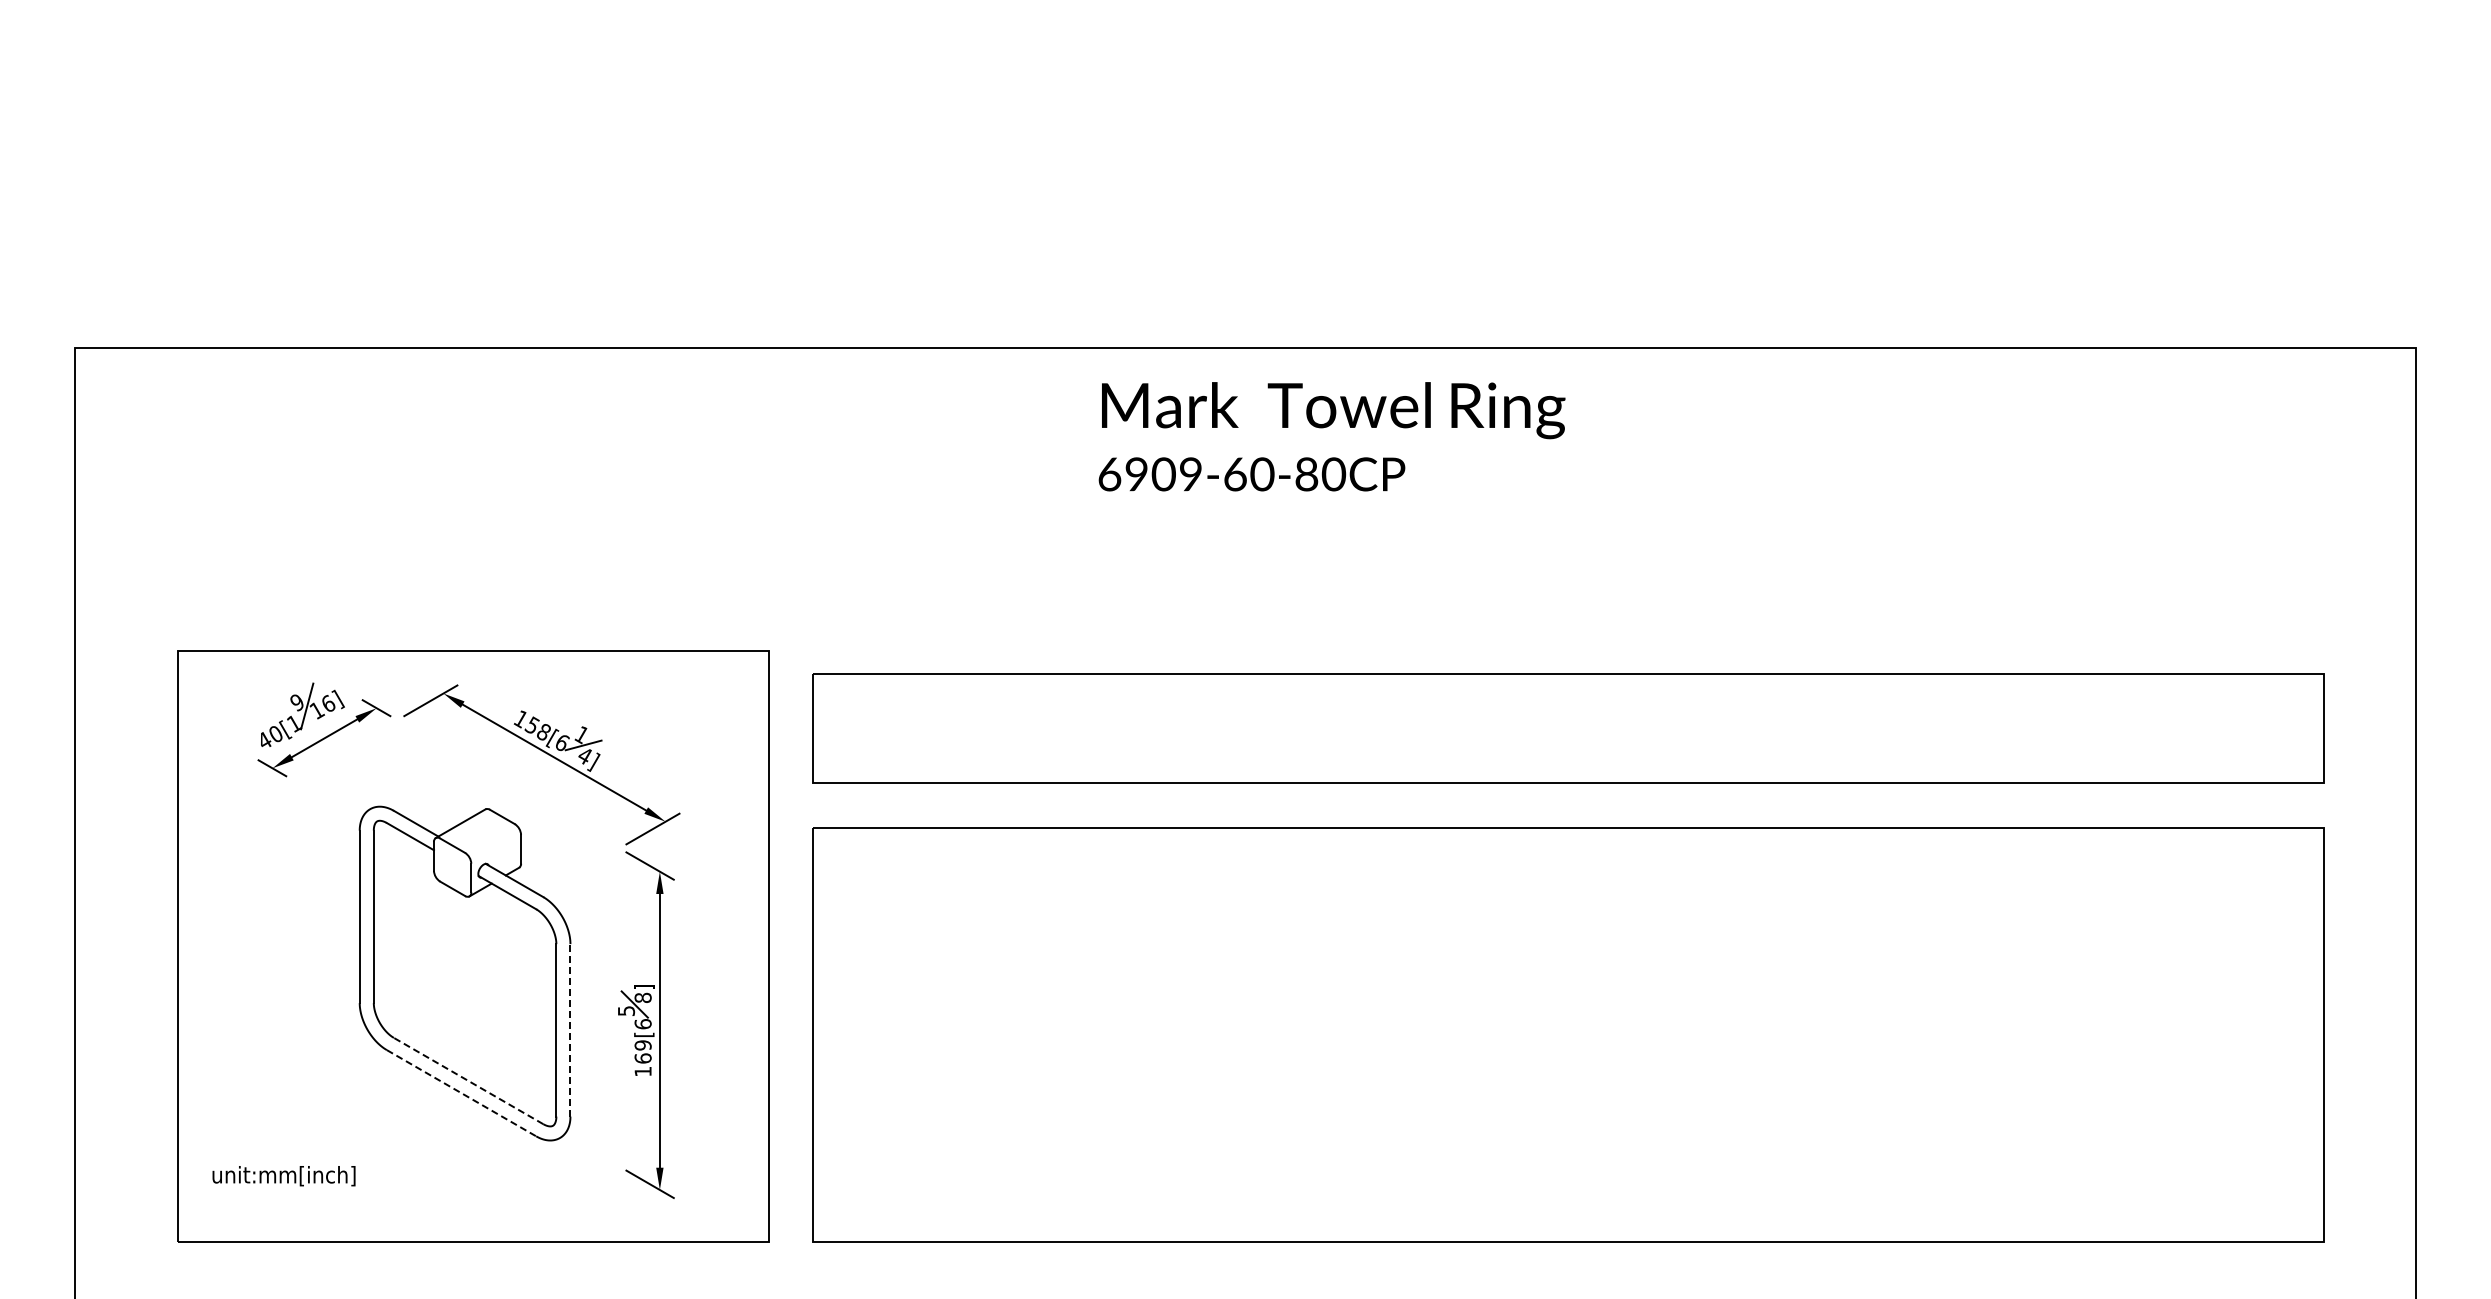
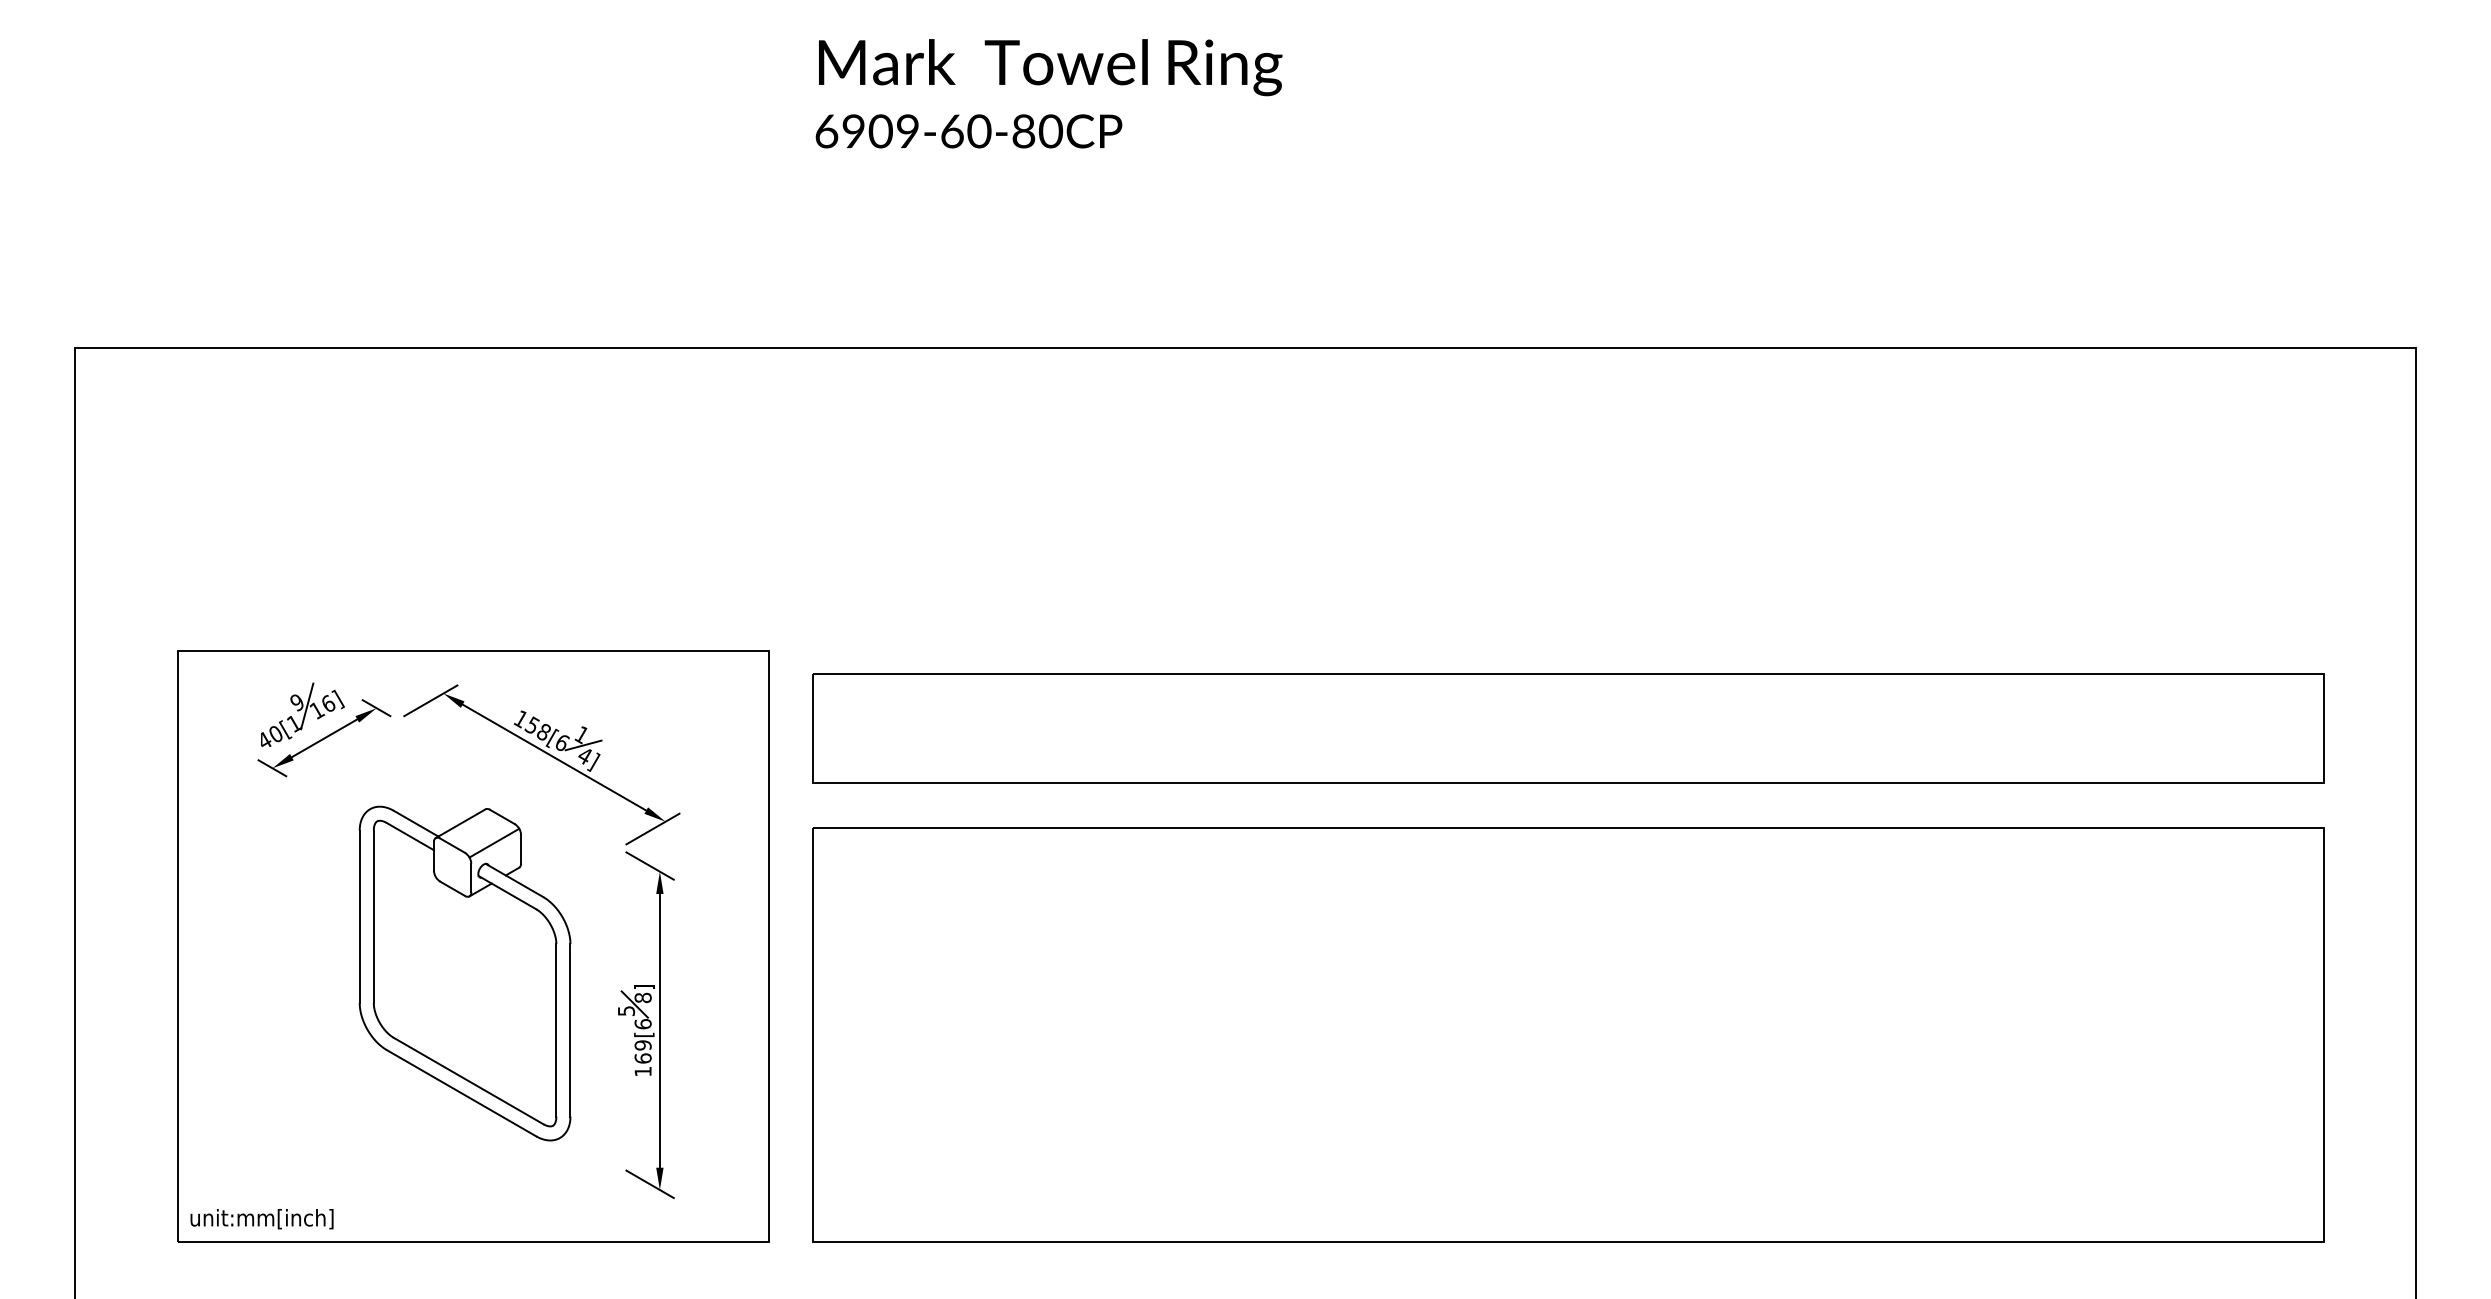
text at (1331, 436) position: (1331, 436) -> (1048, 93)
line at (494, 842): none -> present
line at (570, 1029): dashed -> solid
line at (468, 1080): dashed -> solid
line at (462, 1093): dashed -> solid
text at (283, 1176) position: (283, 1176) -> (261, 1219)
